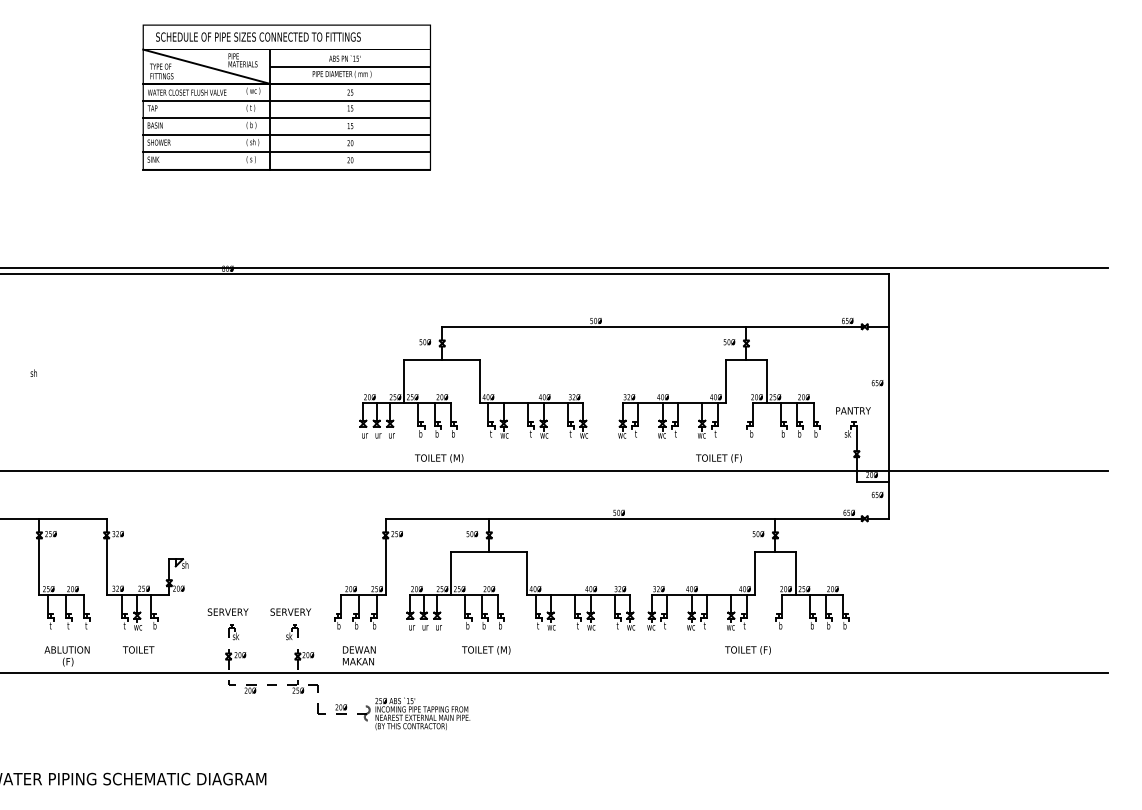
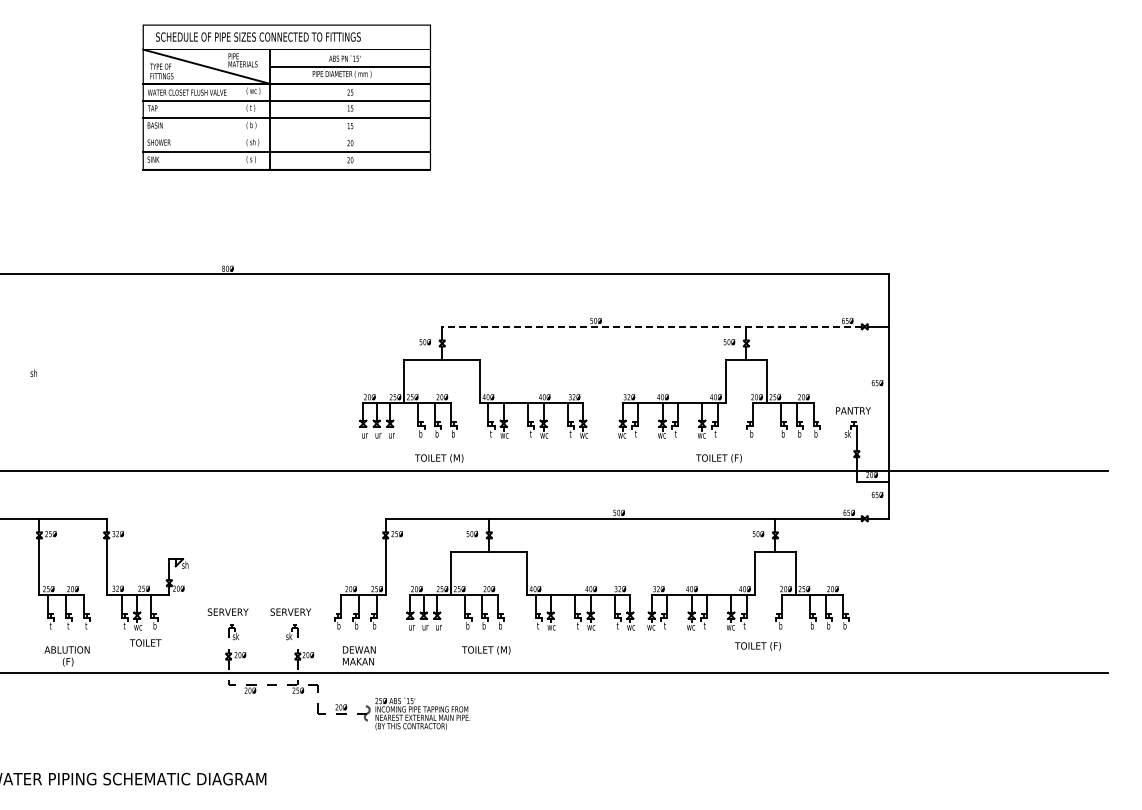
line at (286, 135): present -> none
line at (554, 268): present -> none
line at (652, 326): solid -> dashed
text at (138, 649) position: (138, 649) -> (145, 642)
text at (747, 650) position: (747, 650) -> (757, 646)
